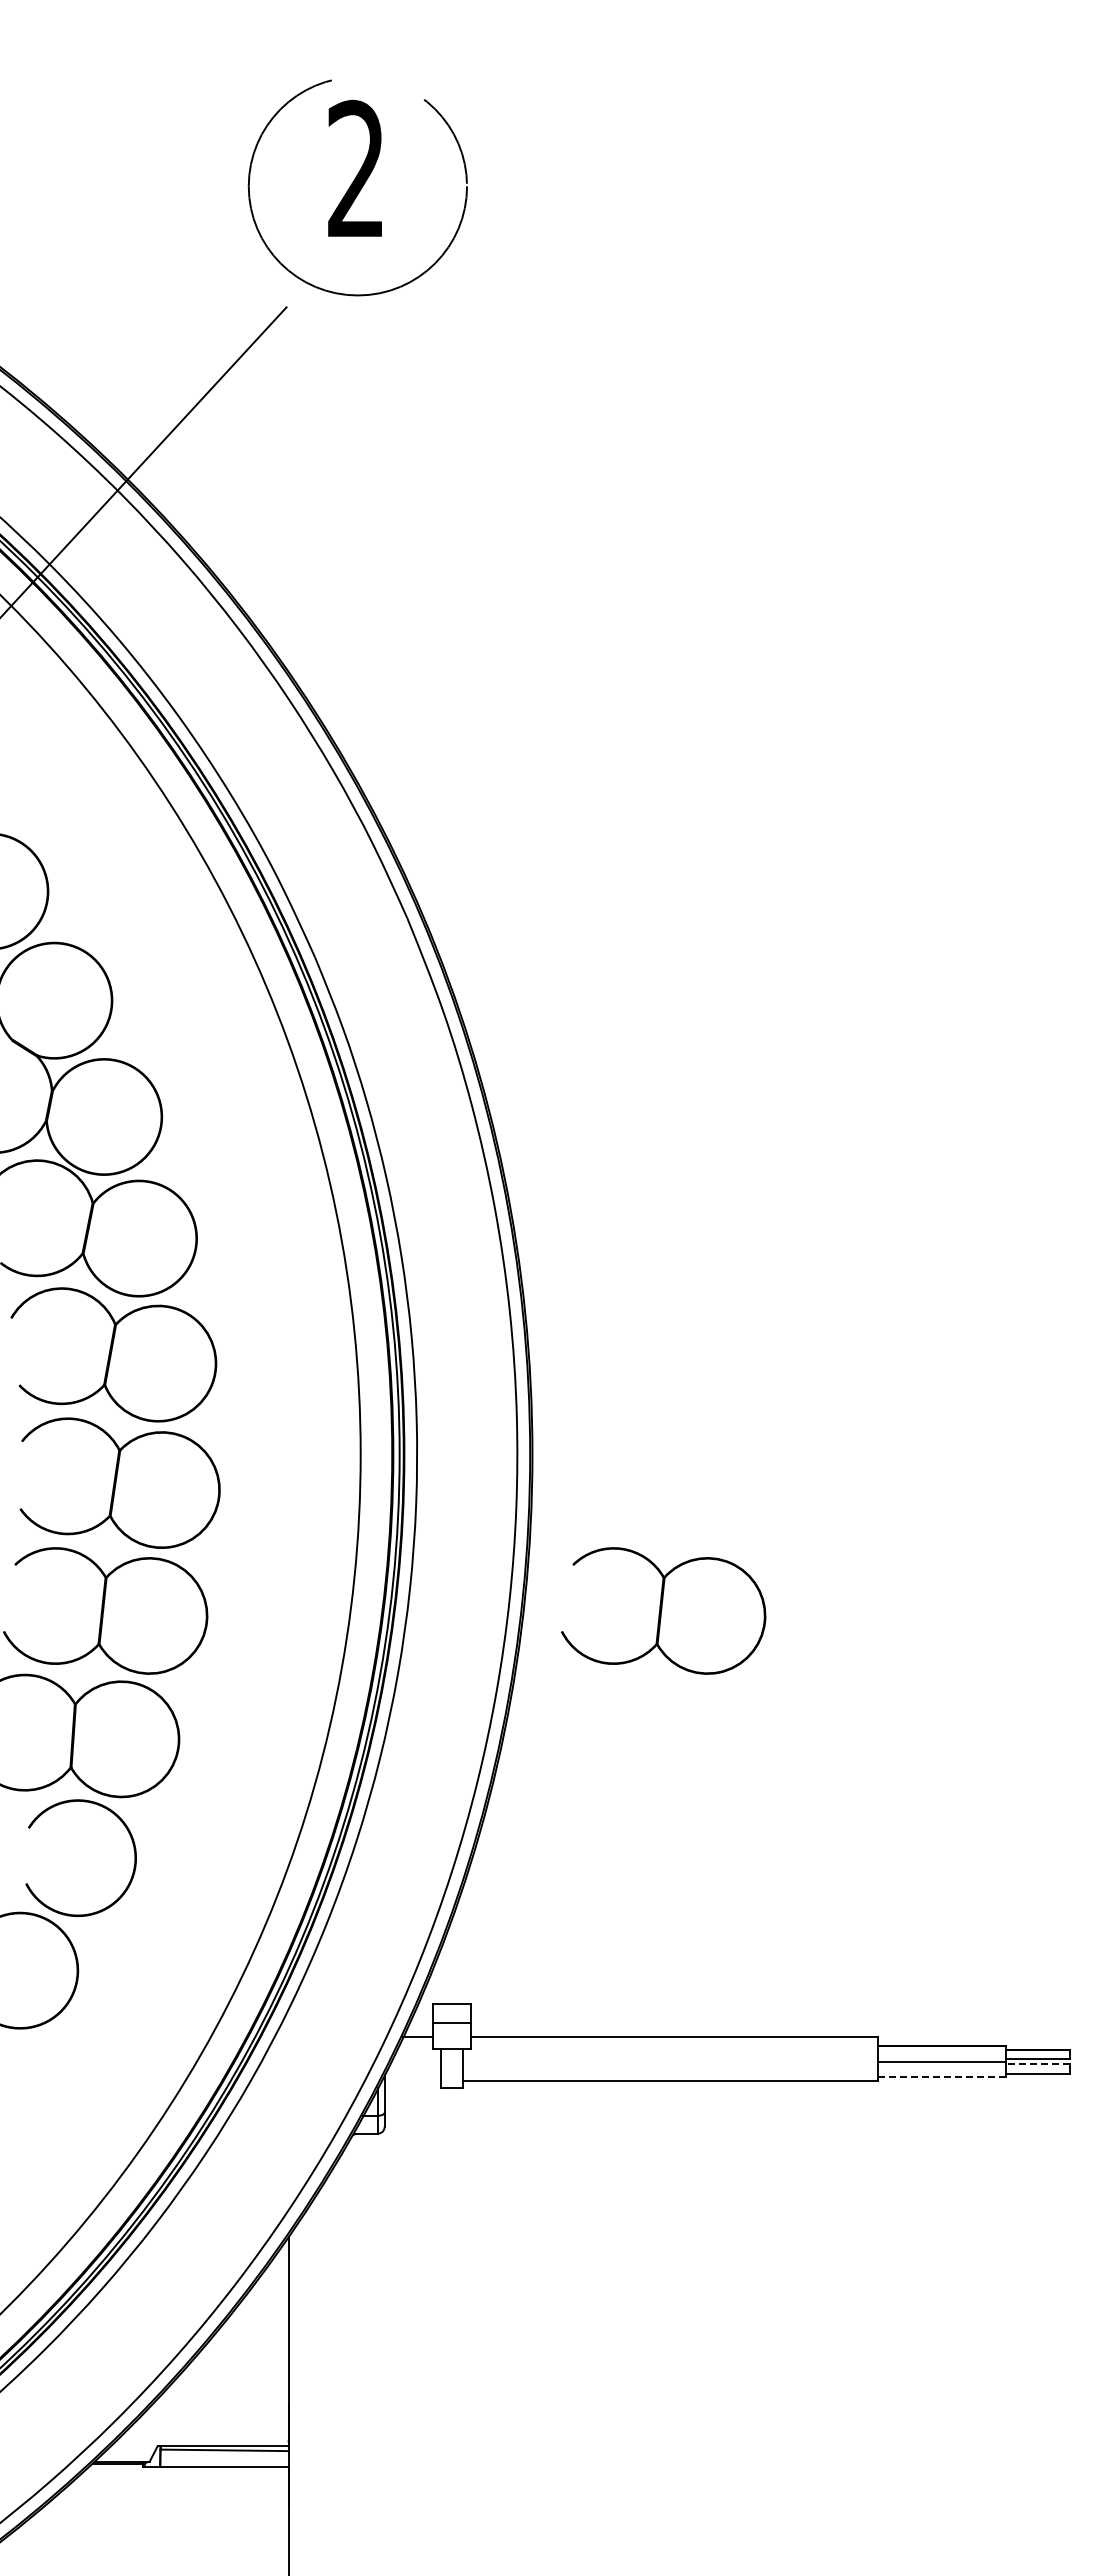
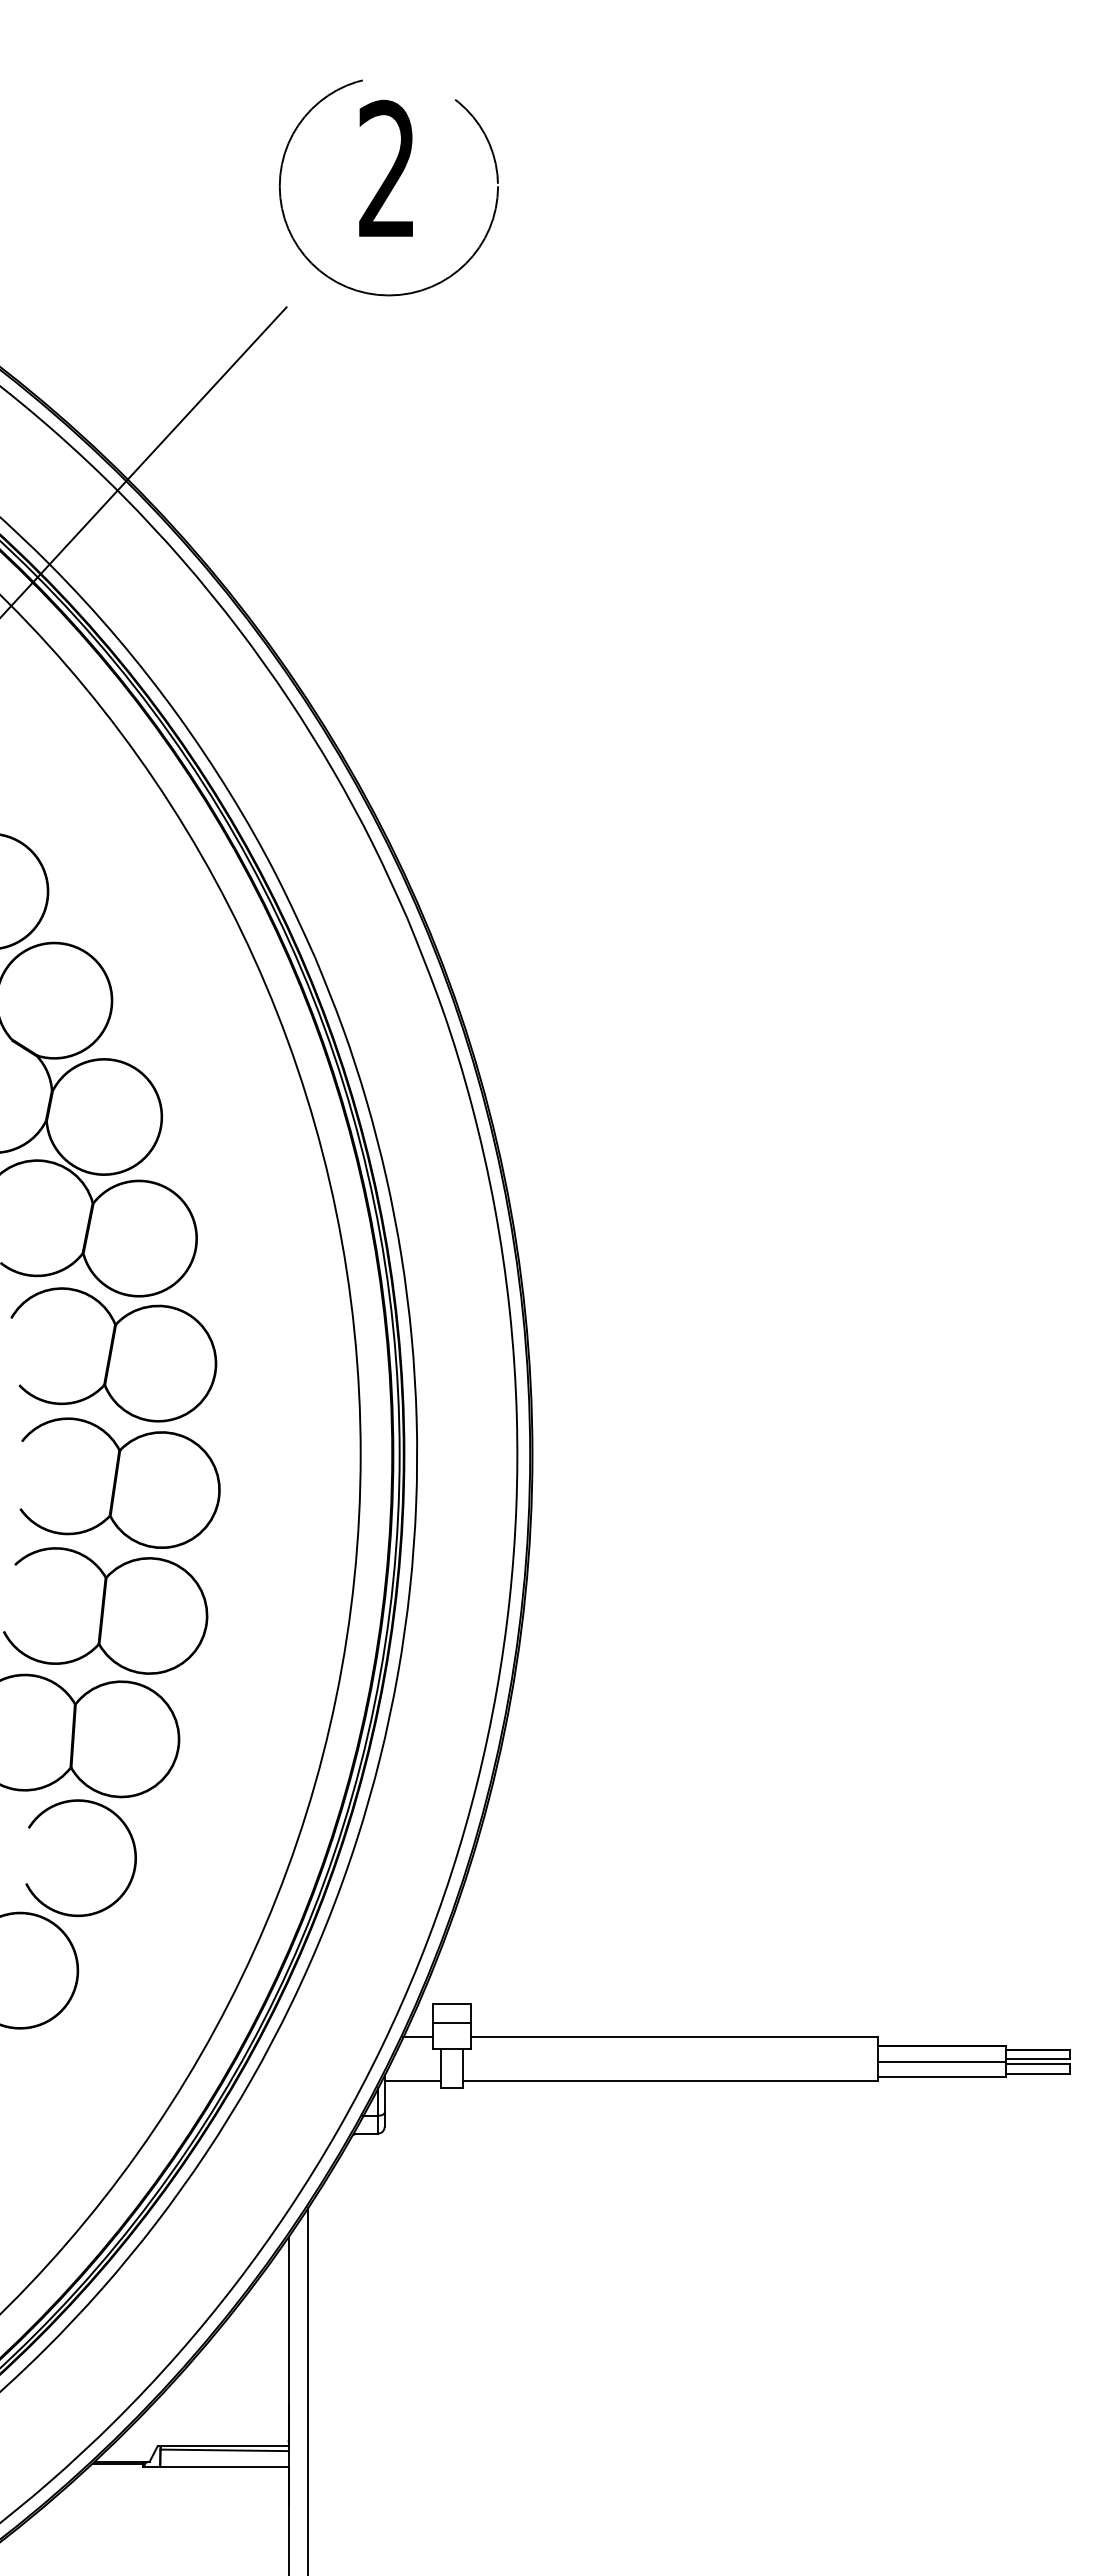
part at (357, 187) position: (357, 187) -> (388, 187)
part at (663, 1610): present -> none
line at (1037, 2063): dashed -> solid
line at (942, 2076): dashed -> solid
line at (412, 2081): none -> present
line at (307, 2390): none -> present
